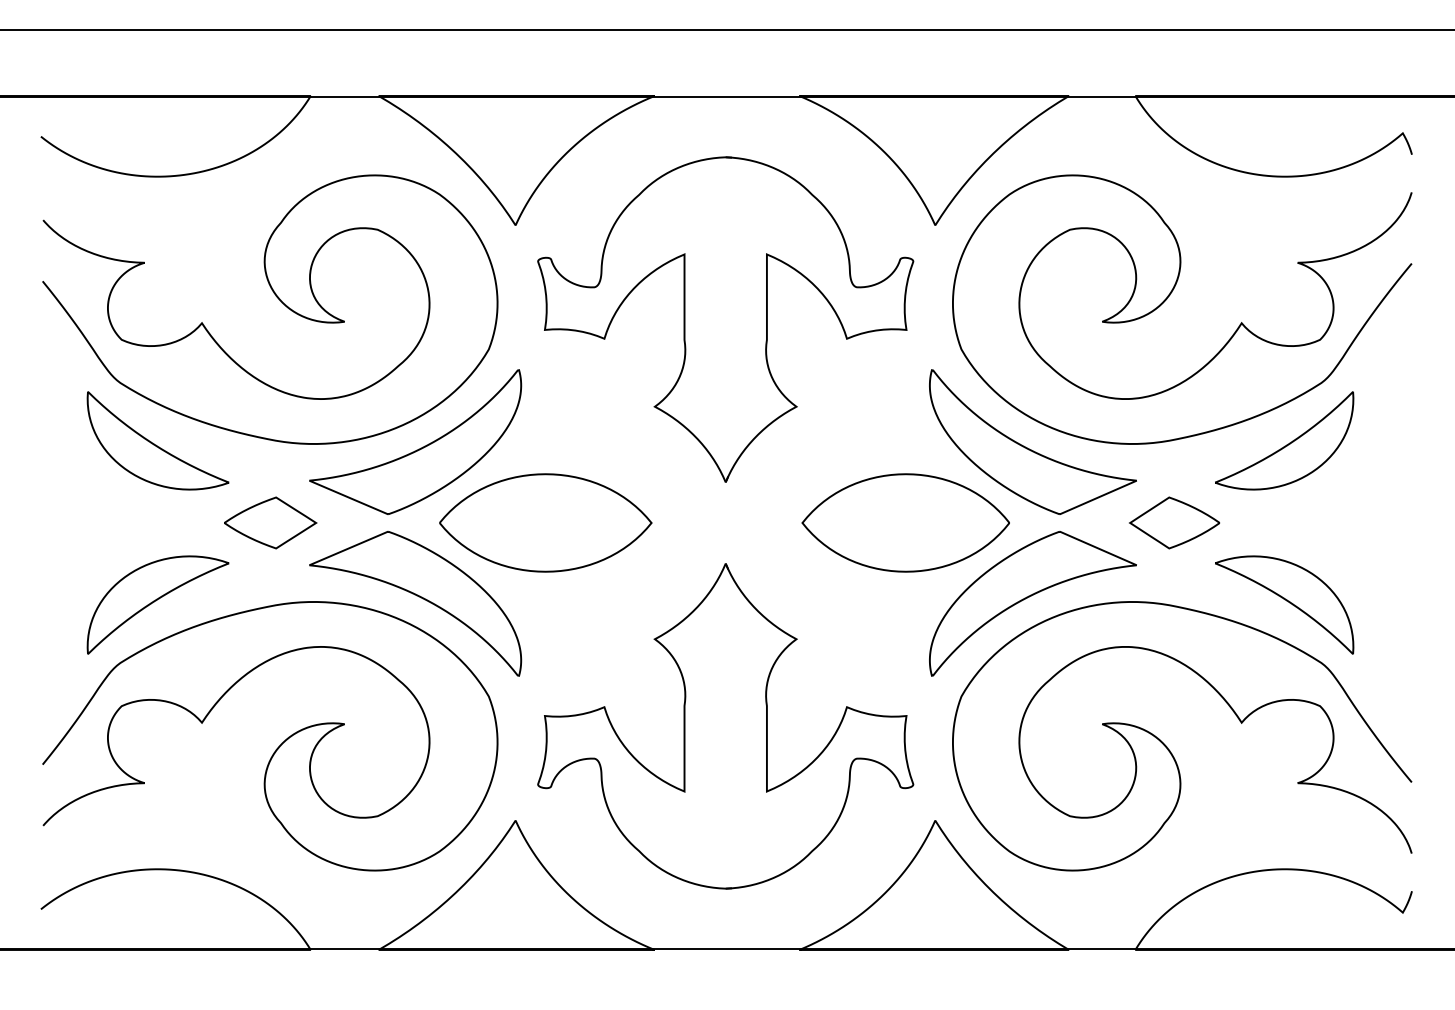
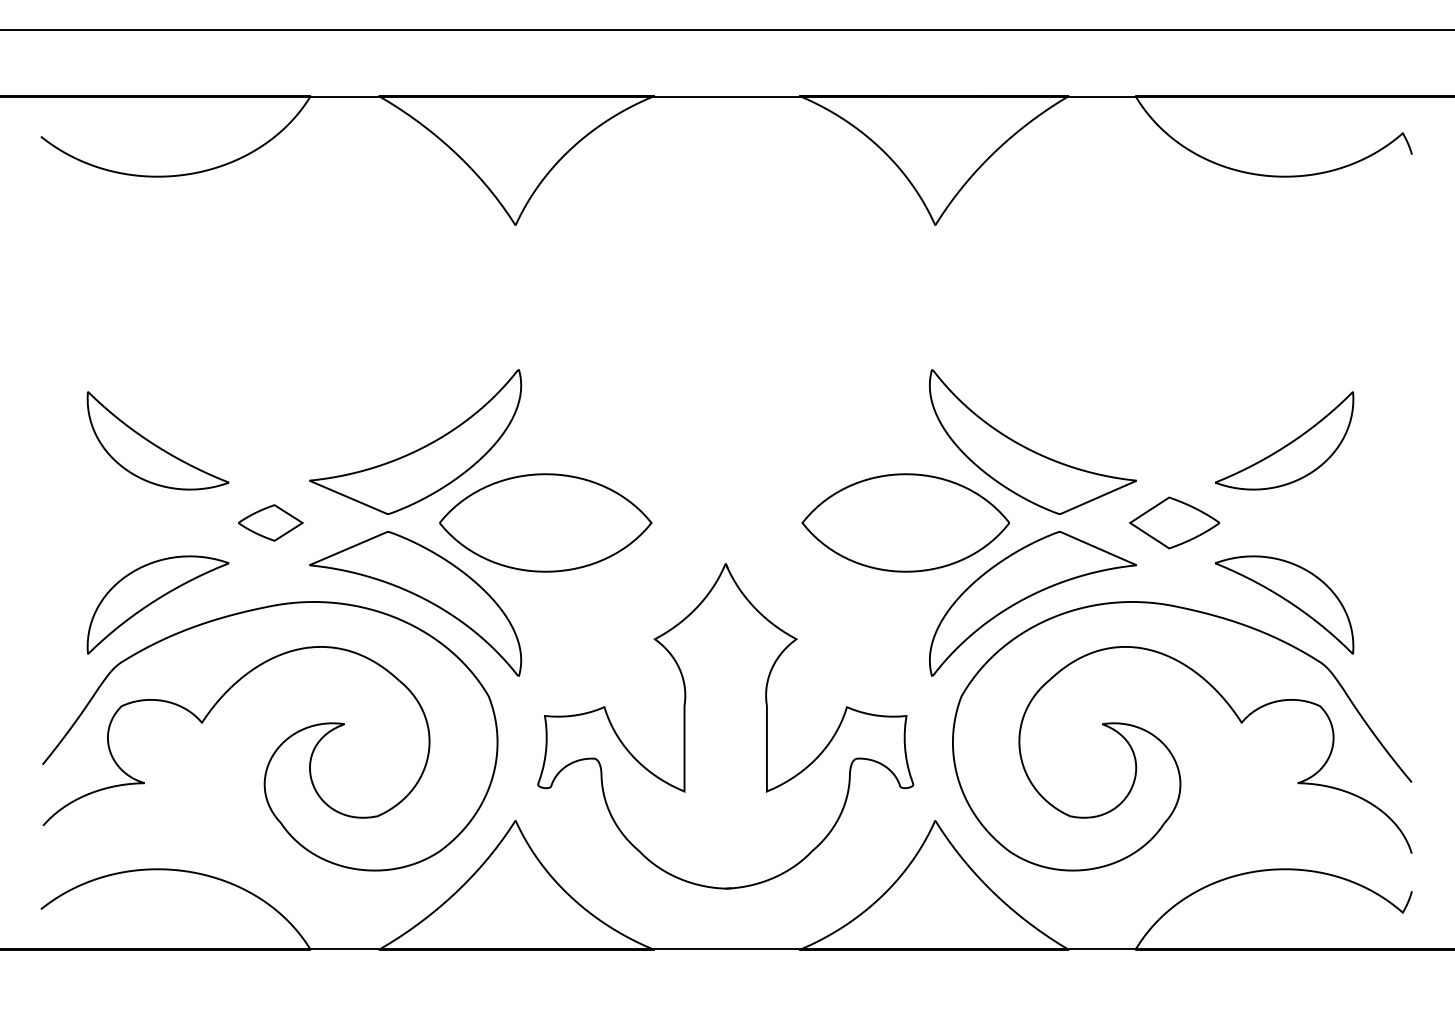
curve at (1167, 299): present -> none
curve at (279, 300): present -> none
part at (725, 319): present -> none
part at (270, 522) size: 94x54 px -> 66x38 px
